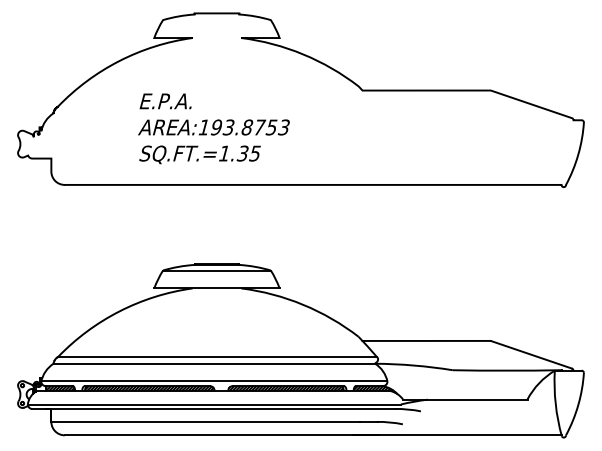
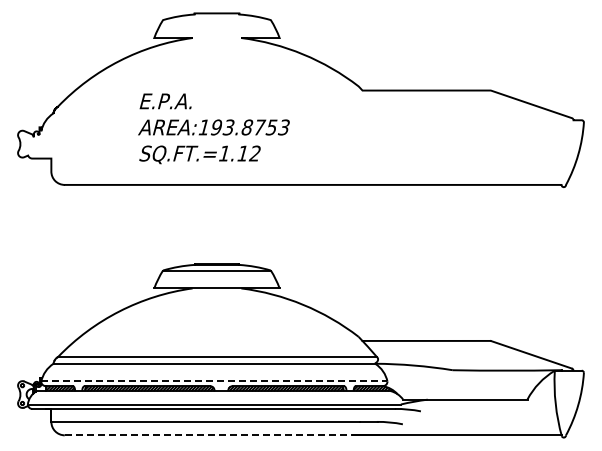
text at (248, 153): SQ.FT.=1.35 -> SQ.FT.=1.12
line at (214, 381): solid -> dashed
line at (209, 435): solid -> dashed
